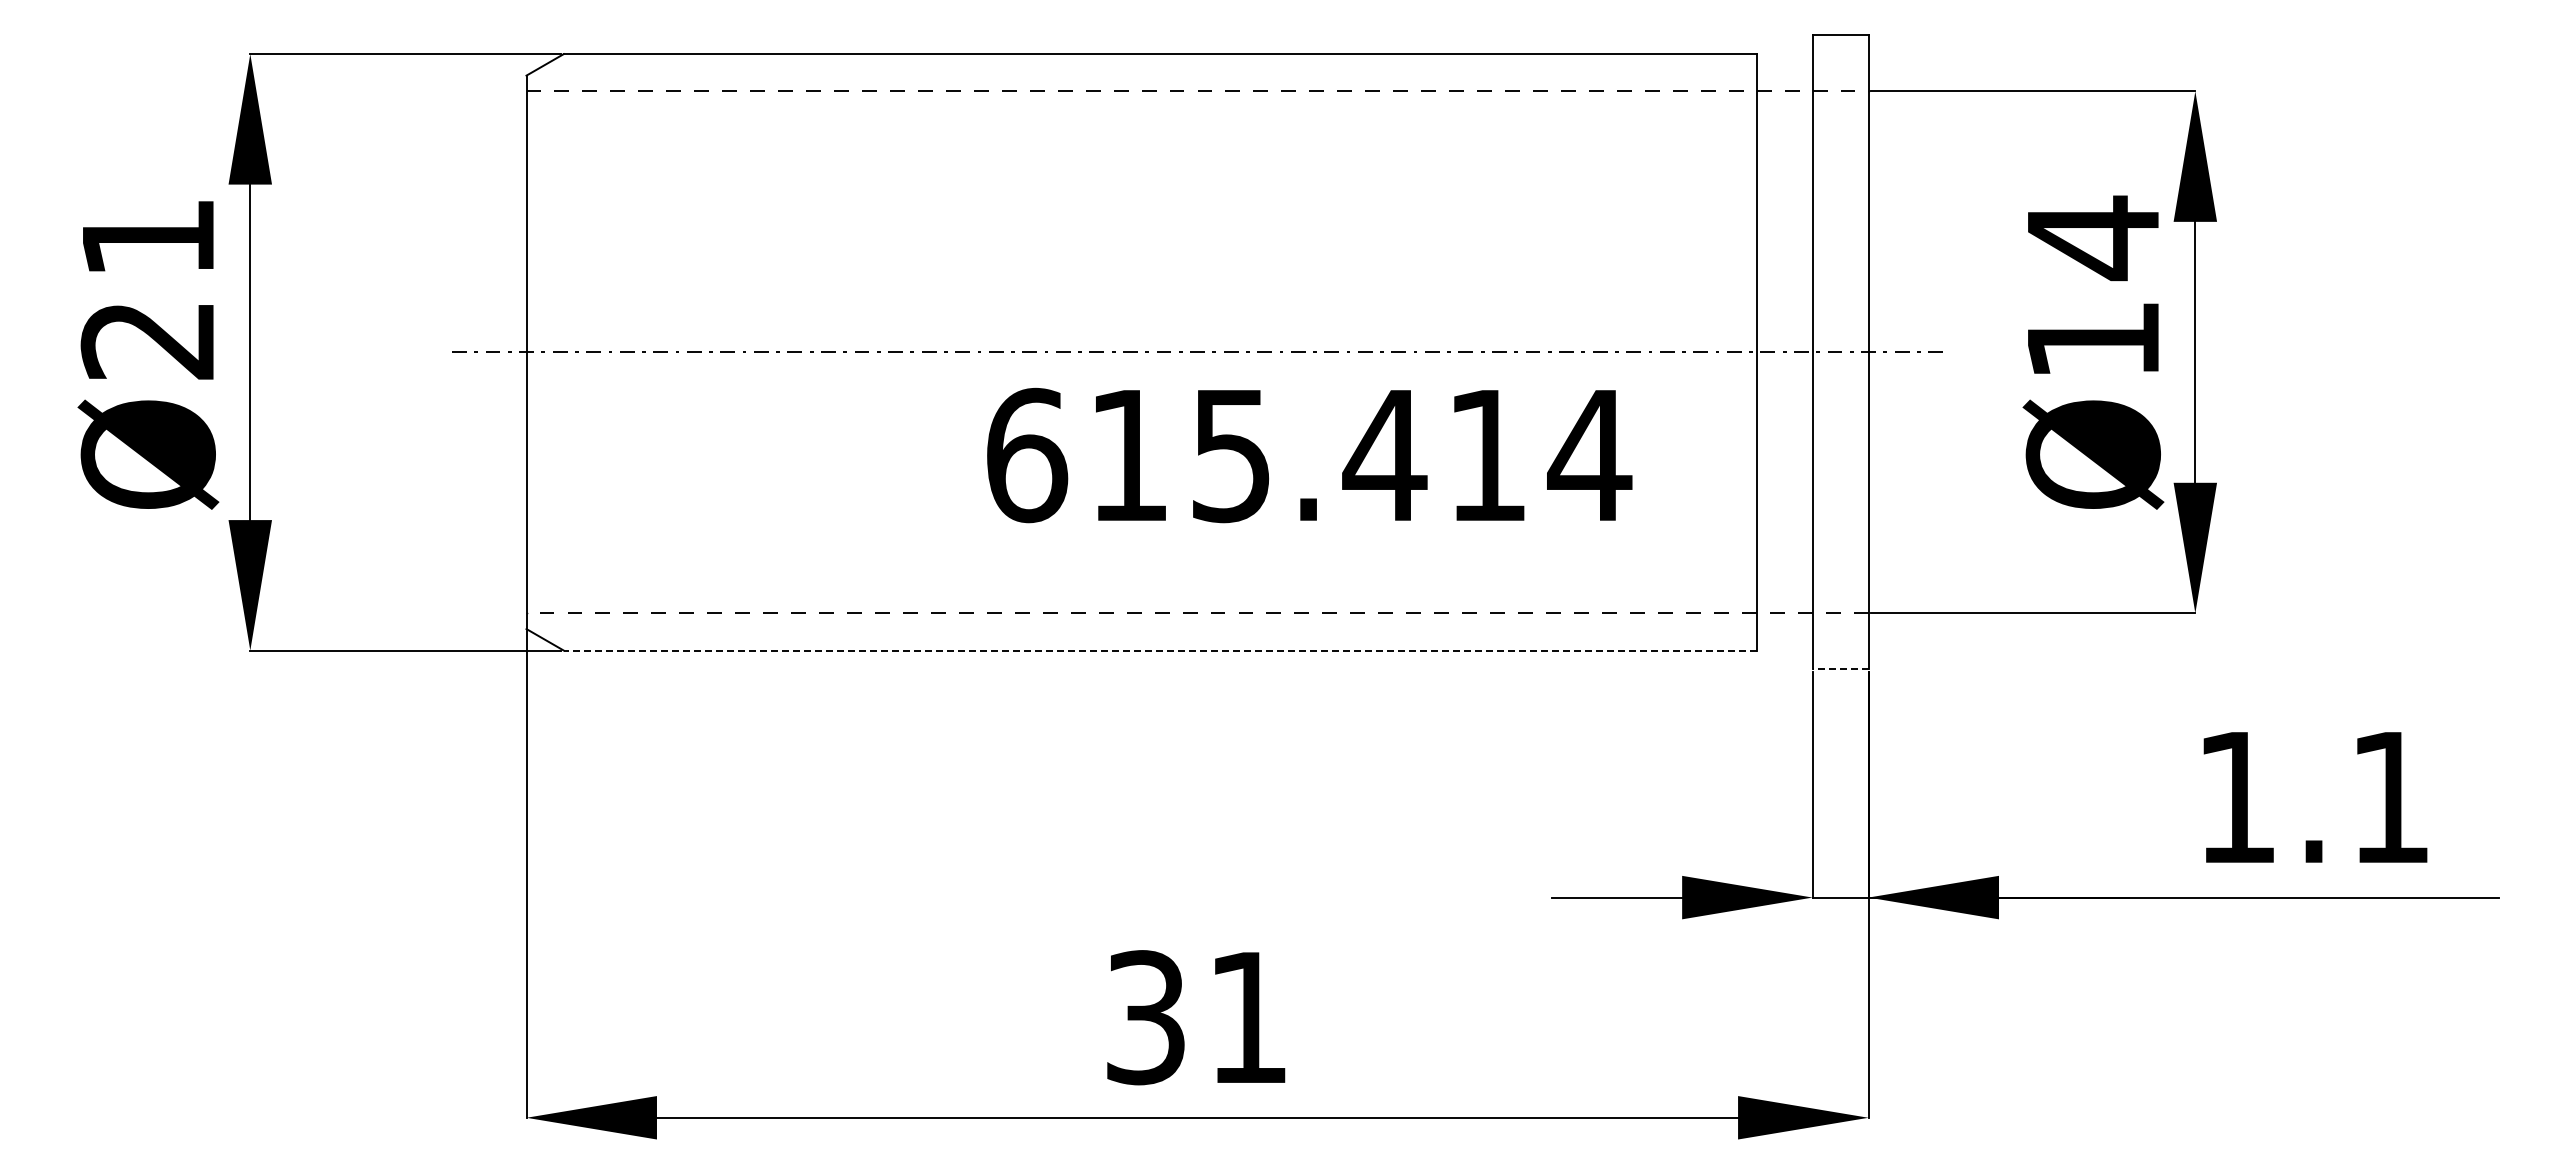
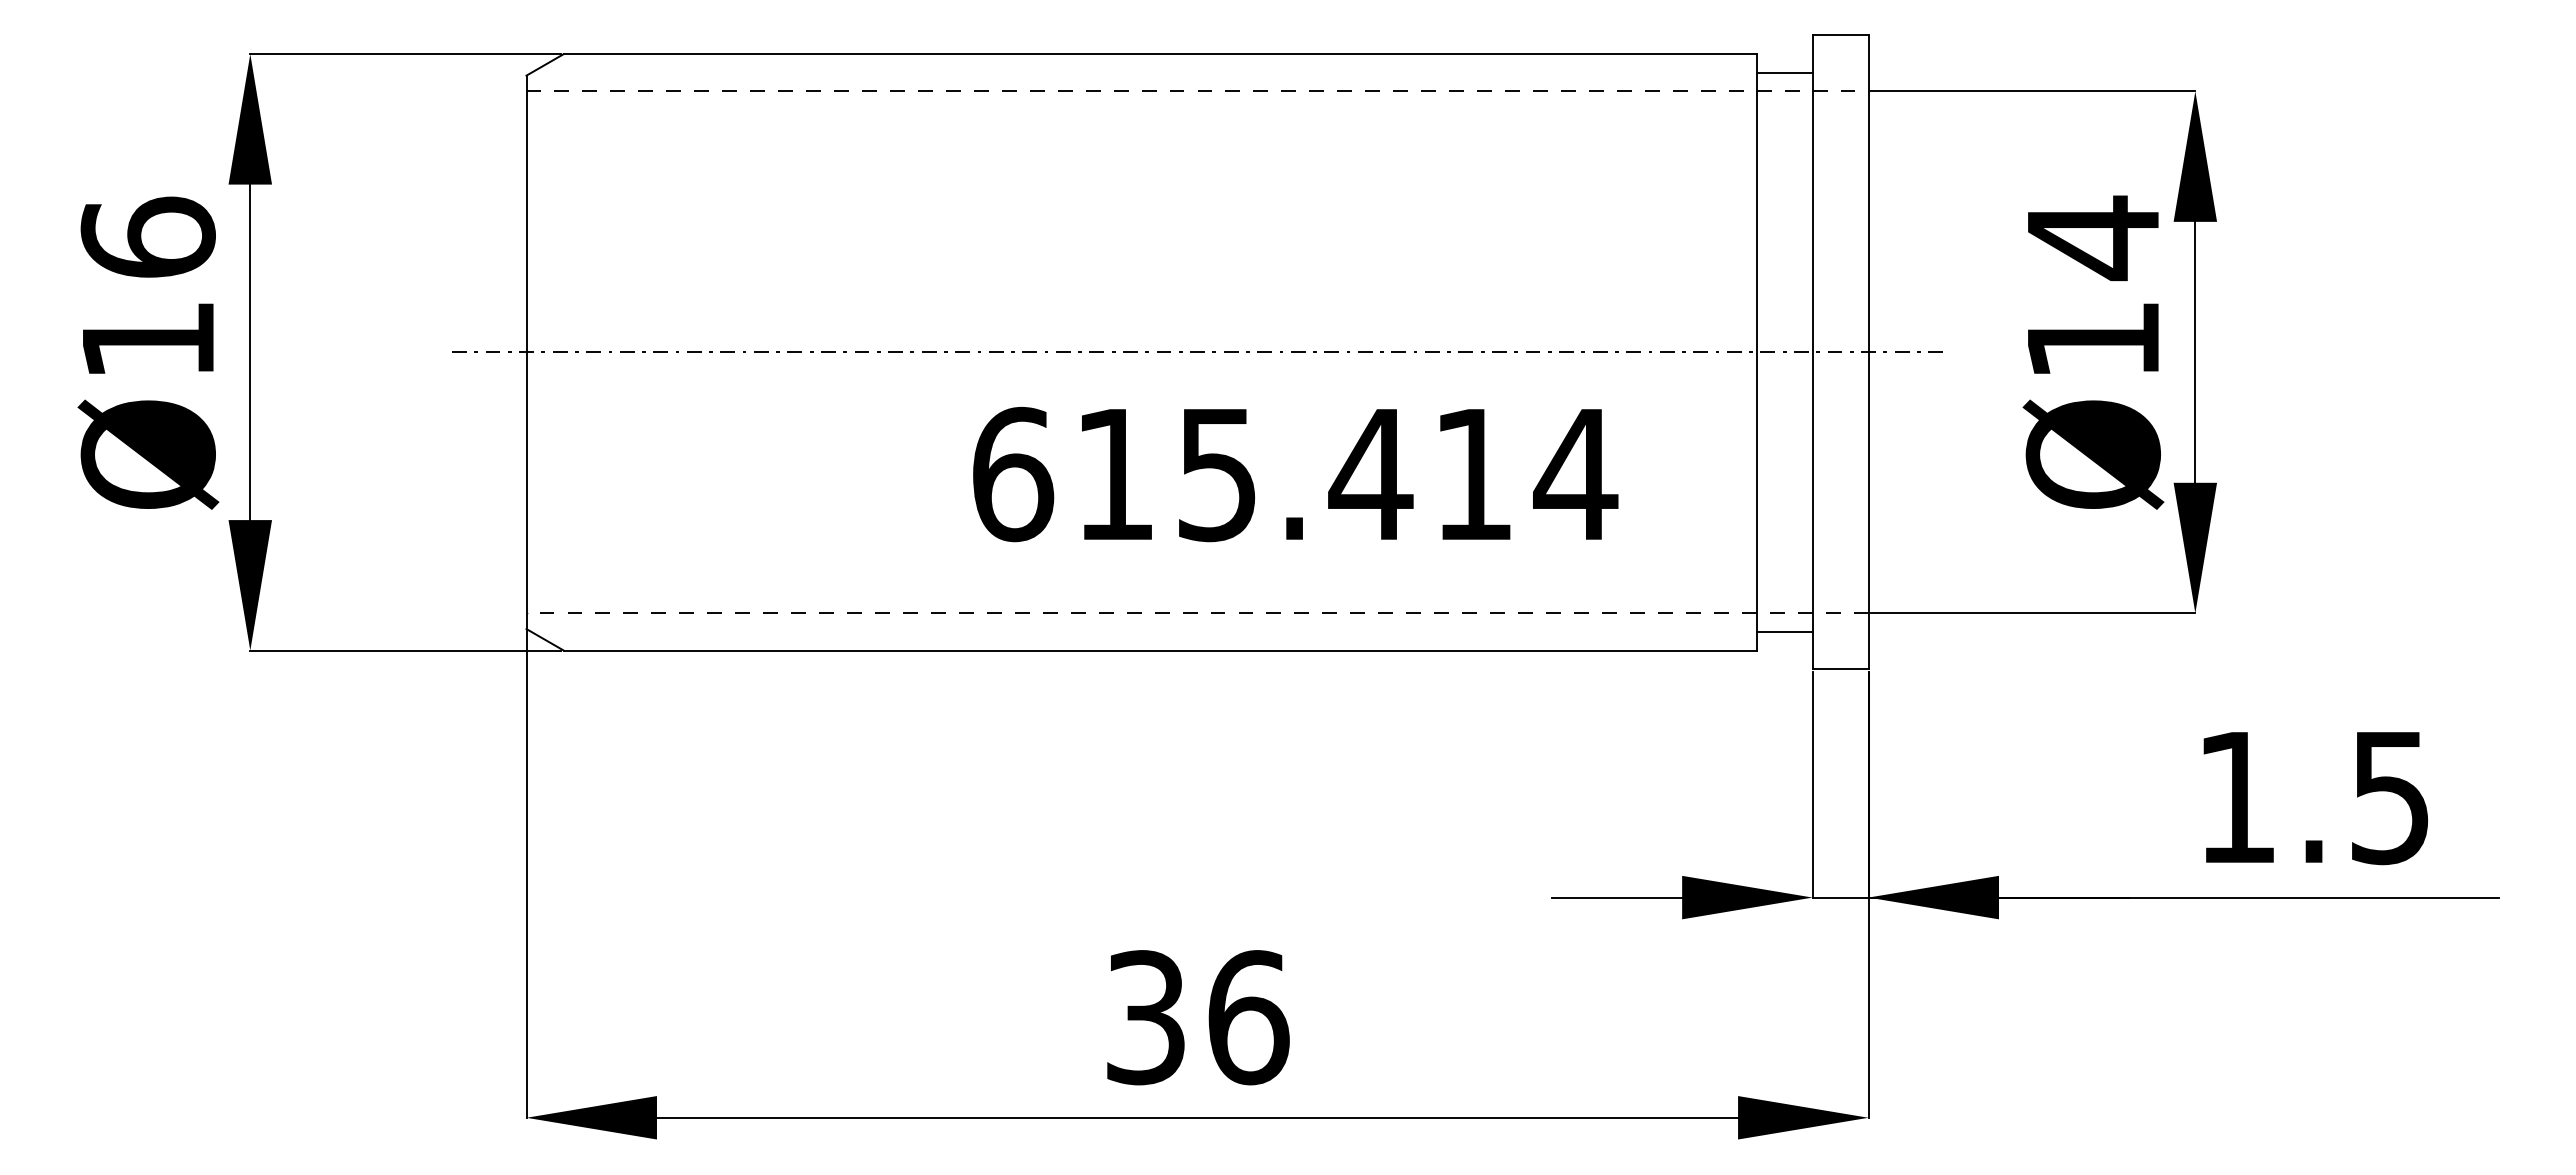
line at (1784, 72): none -> present
text at (147, 287): Ø21 -> Ø16
text at (1309, 455) position: (1309, 455) -> (1295, 474)
line at (1784, 631): none -> present
line at (1159, 650): dashed -> solid
line at (1840, 669): dashed -> solid
text at (2390, 798): 1.1 -> 1.5
text at (1248, 1017): 31 -> 36
